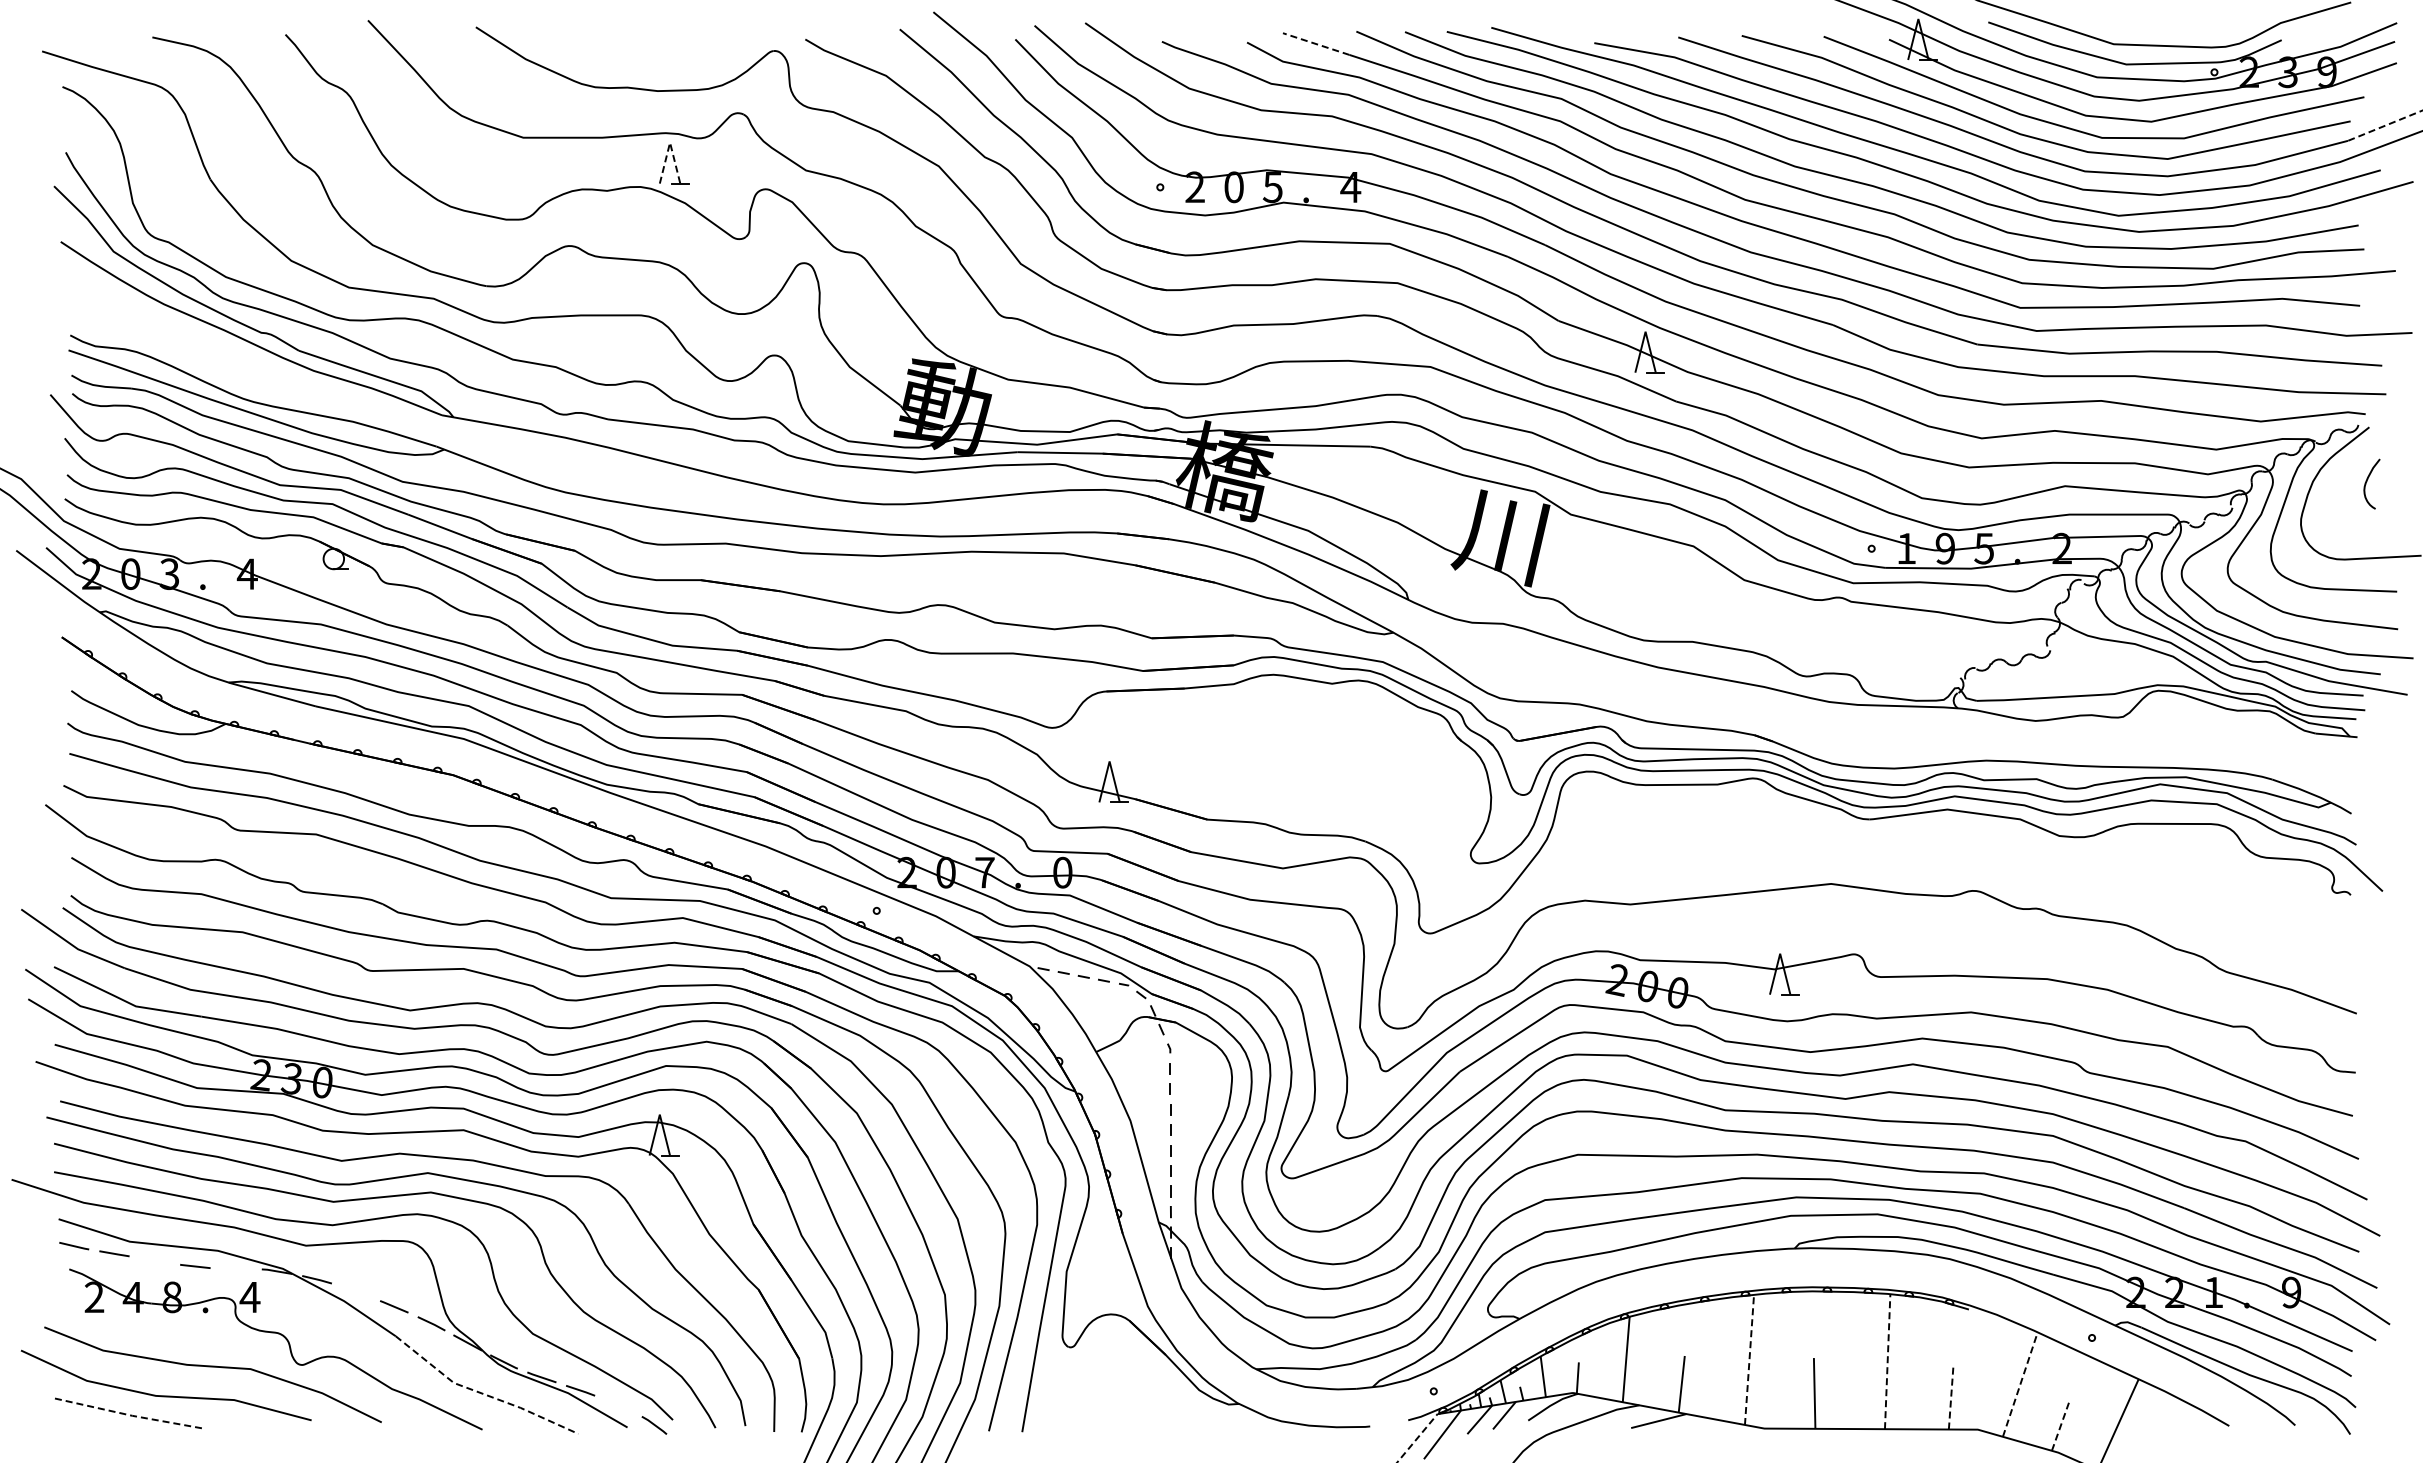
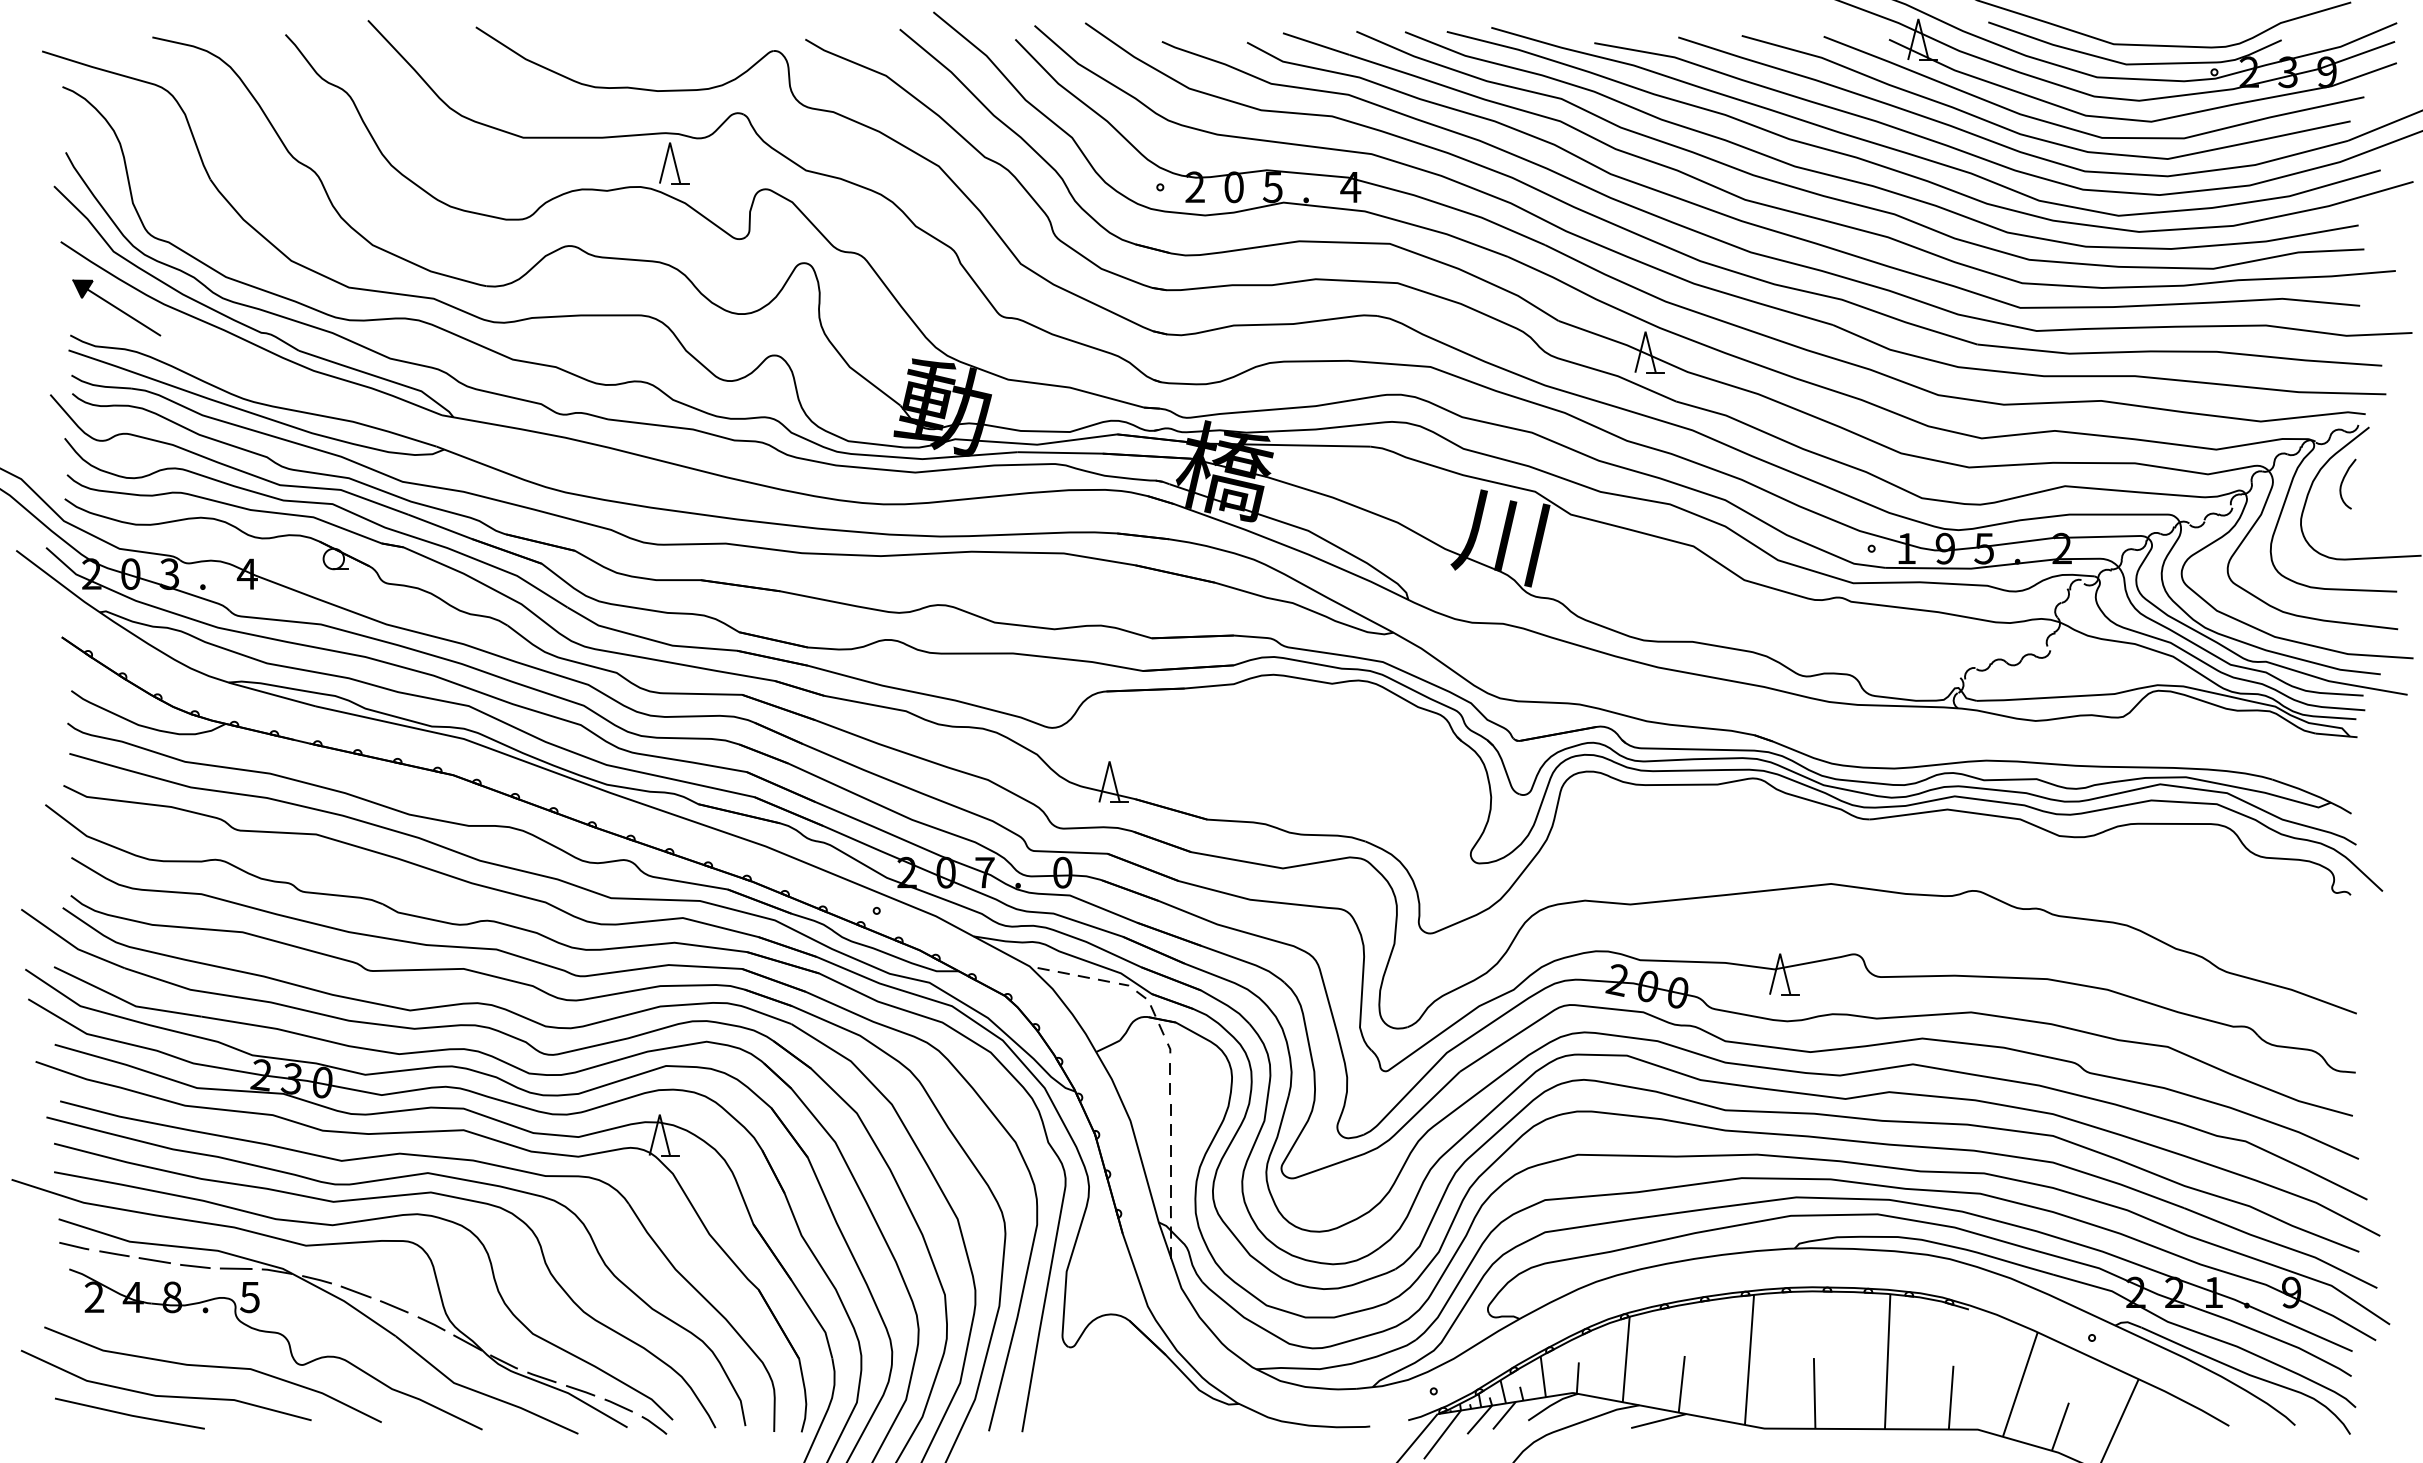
line at (1316, 44): dashed -> solid
line at (2384, 125): dashed -> solid
line at (670, 142): dashed -> solid
part at (116, 307): none -> present
curve at (2367, 481) position: (2367, 481) -> (2343, 481)
line at (154, 1260): none -> present
line at (235, 1268): none -> present
line at (355, 1291): none -> present
text at (249, 1297): 4 -> 5
line at (1749, 1359): dashed -> solid
line at (1887, 1361): dashed -> solid
line at (2020, 1384): dashed -> solid
line at (482, 1393): dashed -> solid
line at (1951, 1397): dashed -> solid
line at (618, 1405): none -> present
line at (130, 1415): dashed -> solid
line at (2060, 1426): dashed -> solid
line at (1417, 1438): dashed -> solid
